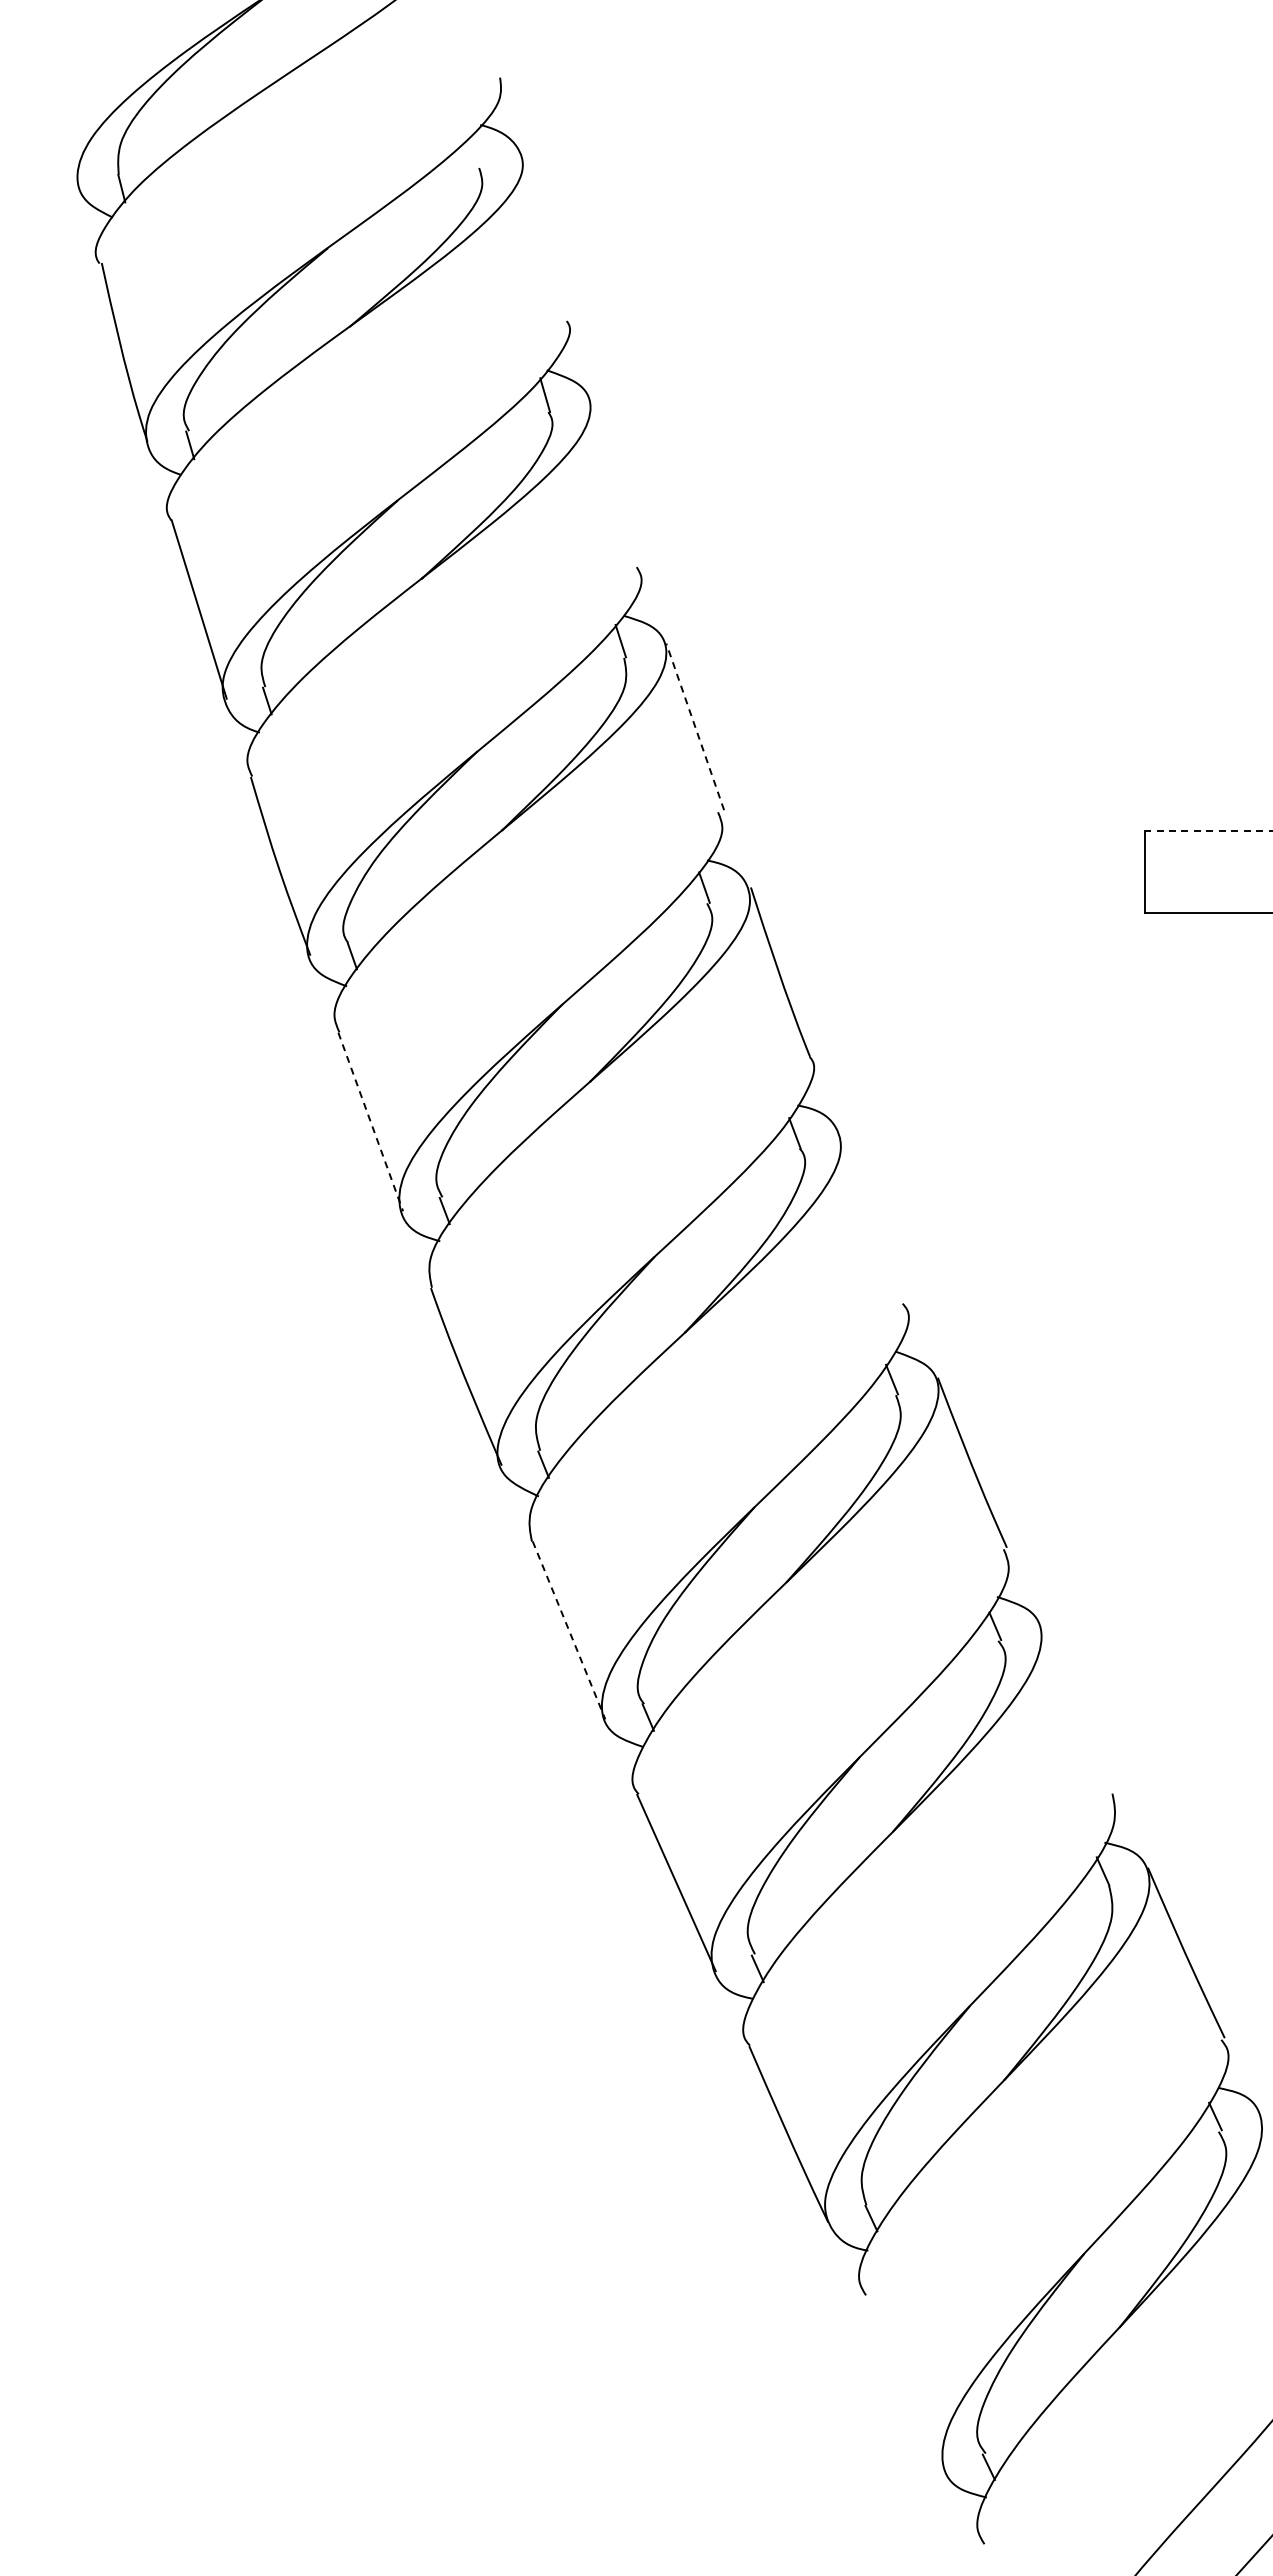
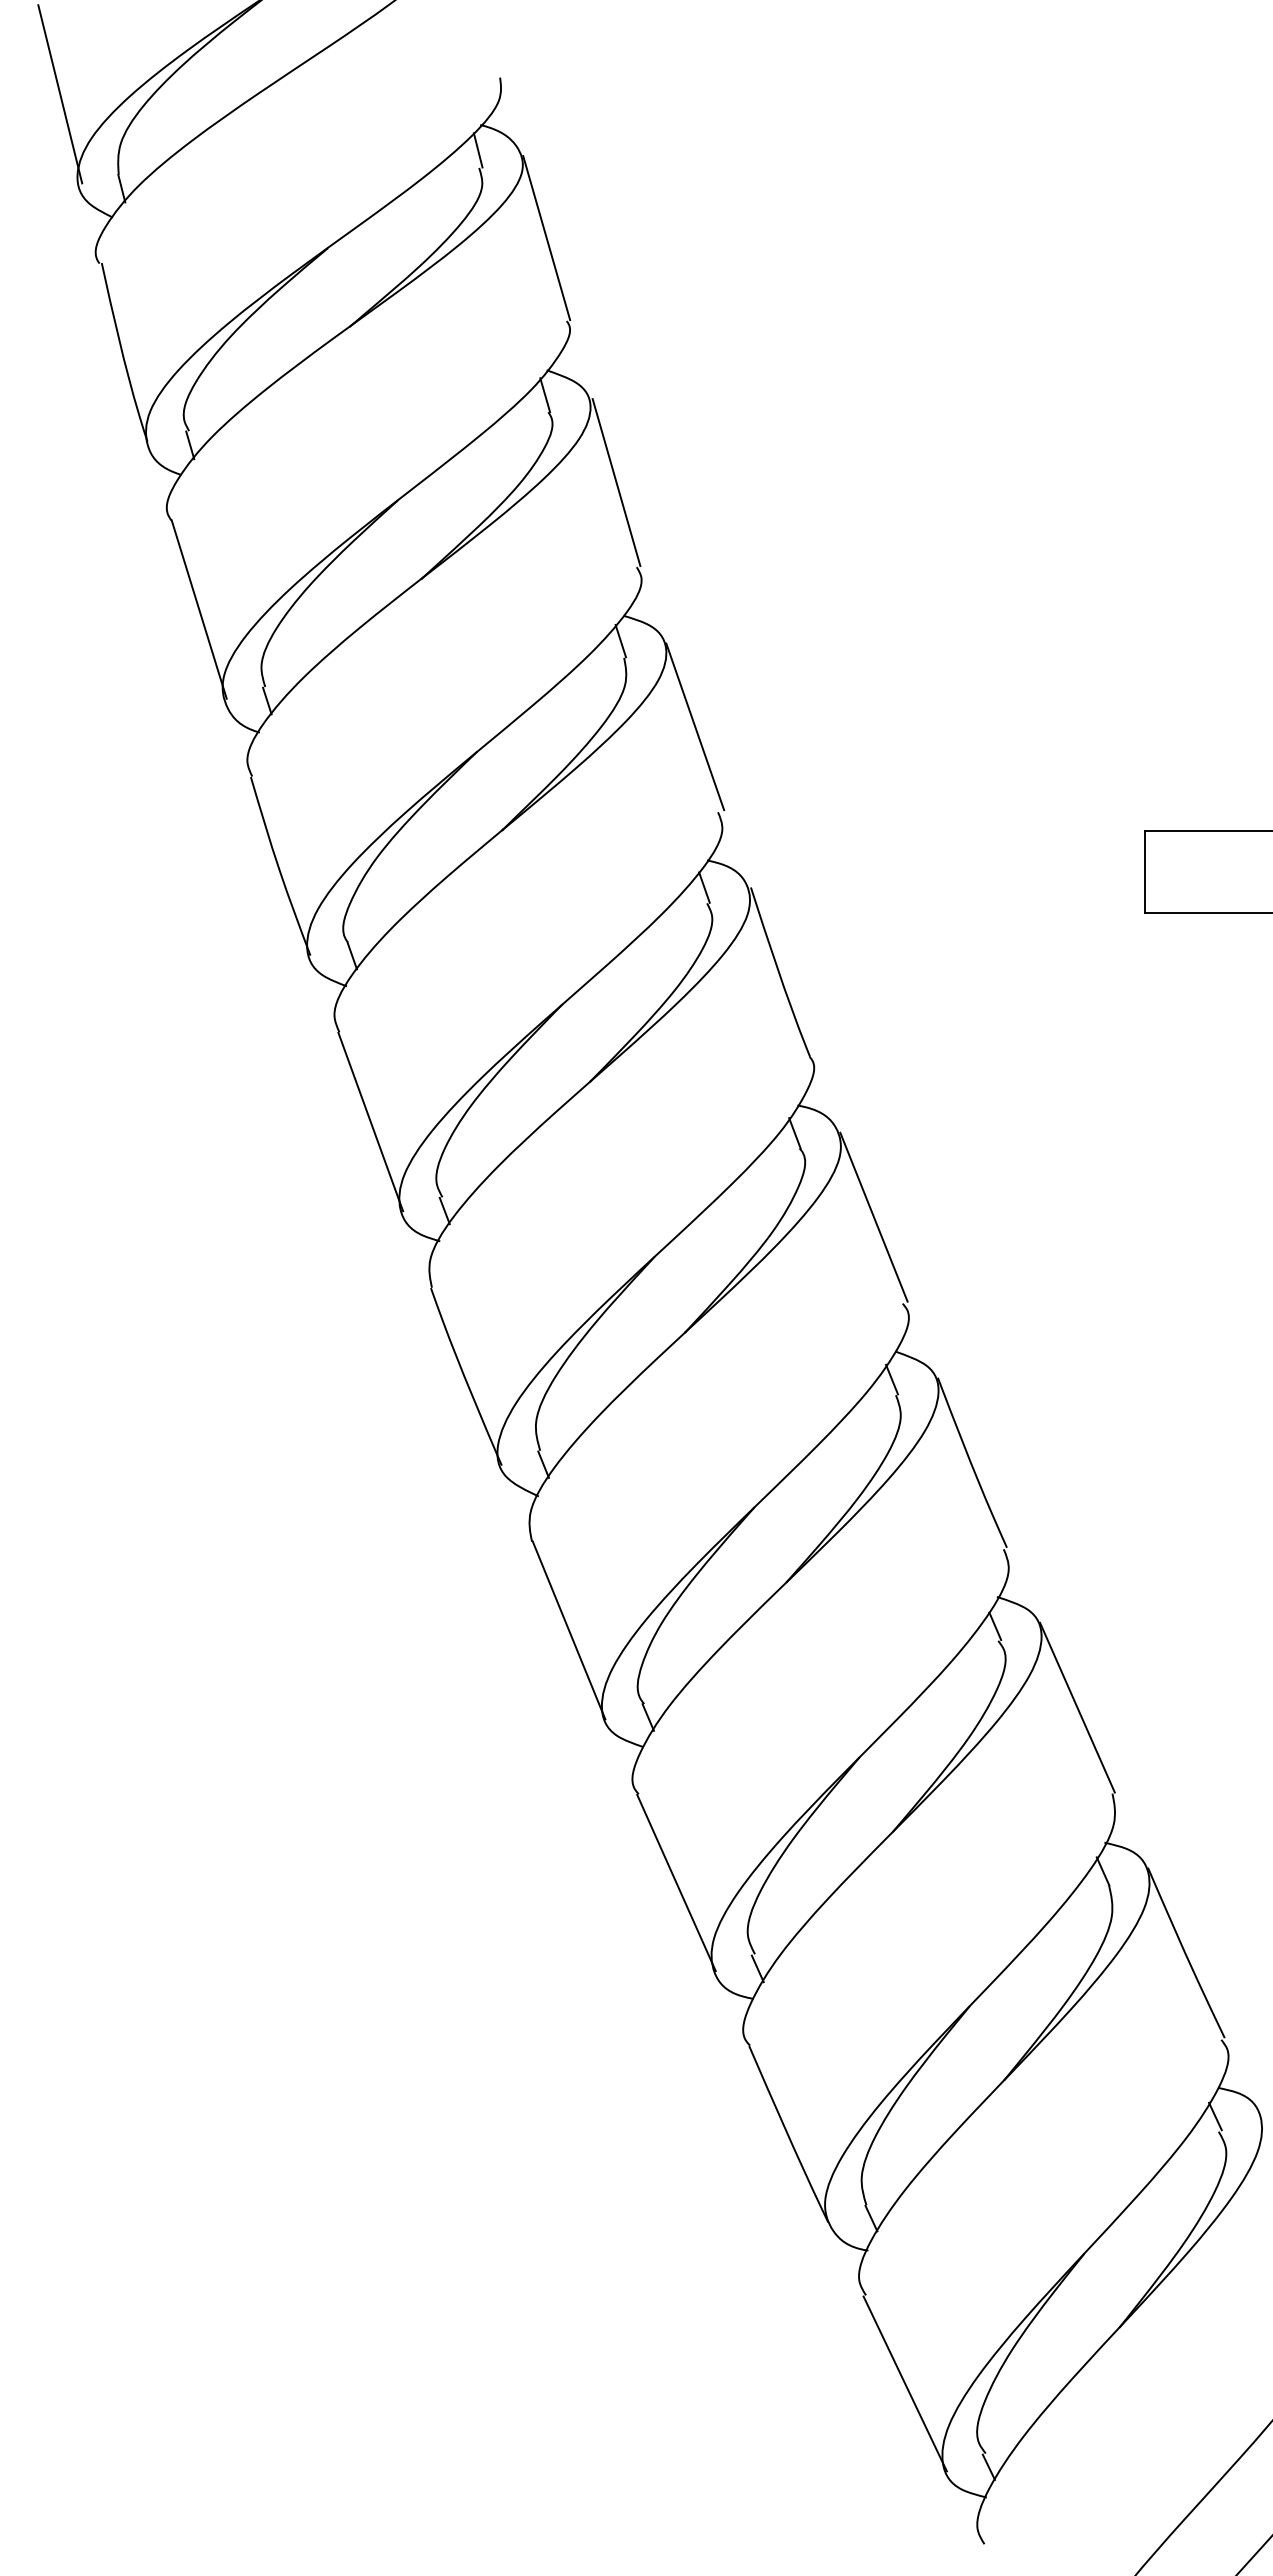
line at (60, 94): none -> present
line at (477, 150): none -> present
line at (546, 238): none -> present
line at (616, 482): none -> present
line at (695, 726): dashed -> solid
line at (1208, 831): dashed -> solid
line at (370, 1121): dashed -> solid
line at (873, 1216): none -> present
line at (569, 1630): dashed -> solid
line at (1077, 1707): none -> present
line at (904, 2383): none -> present
